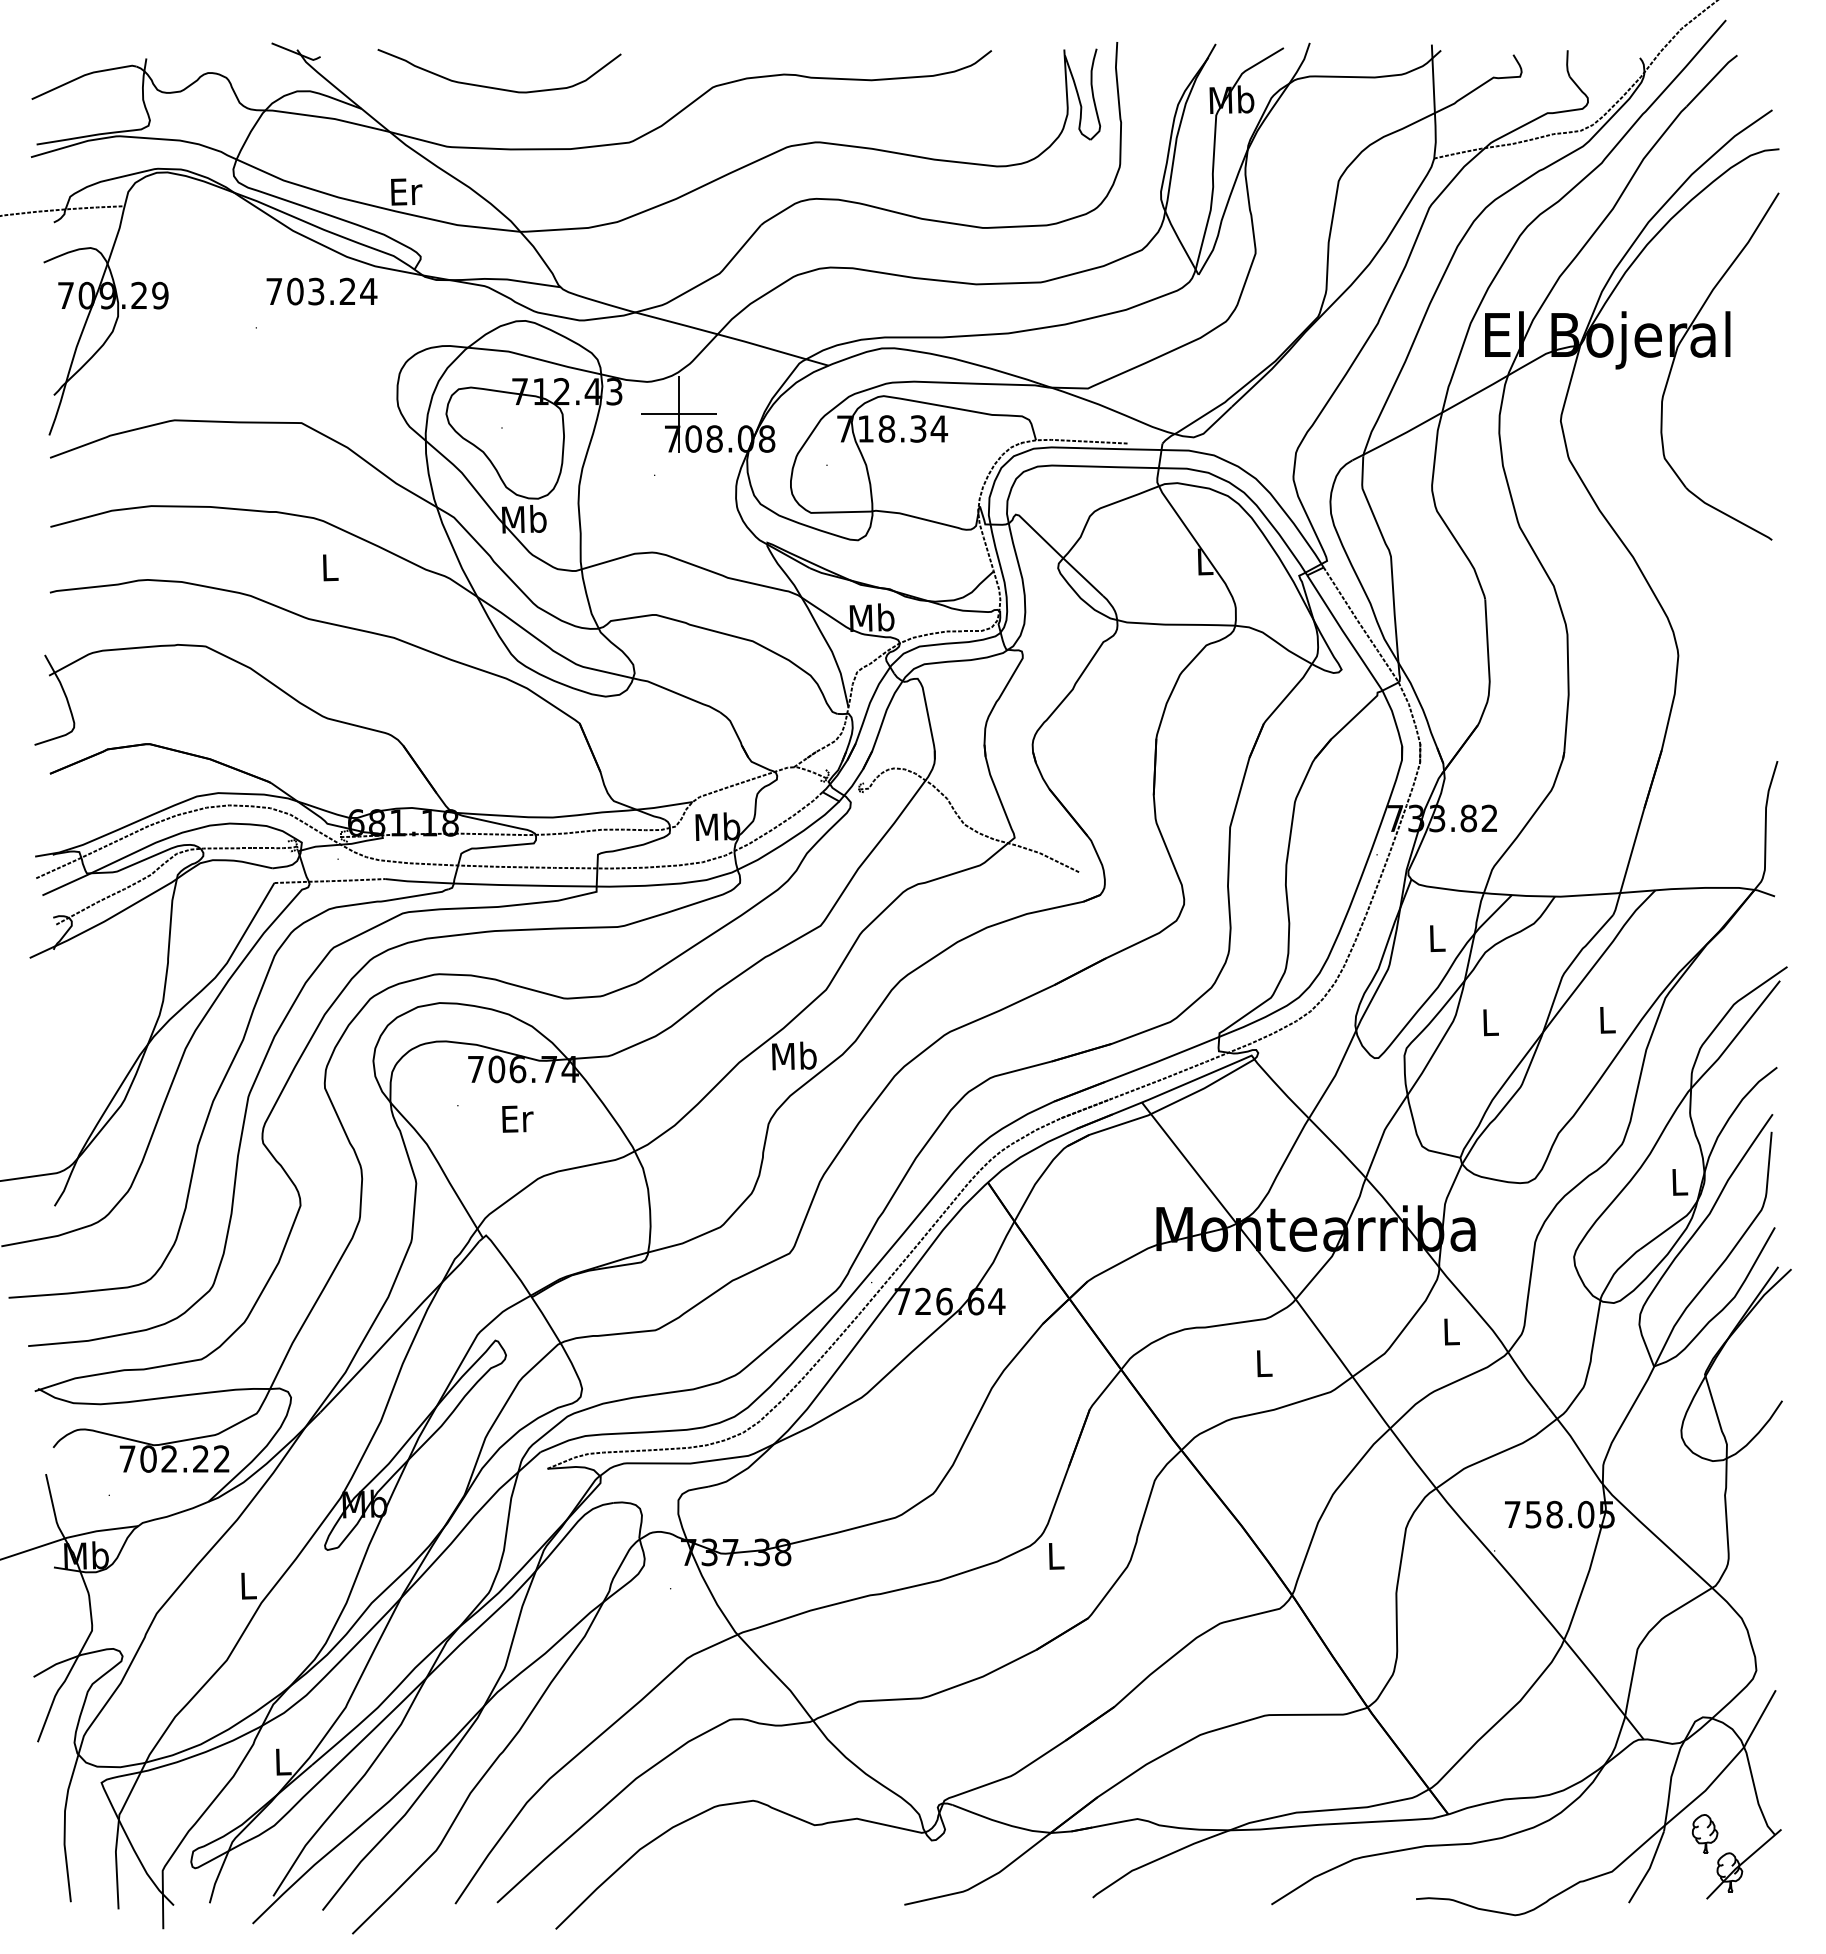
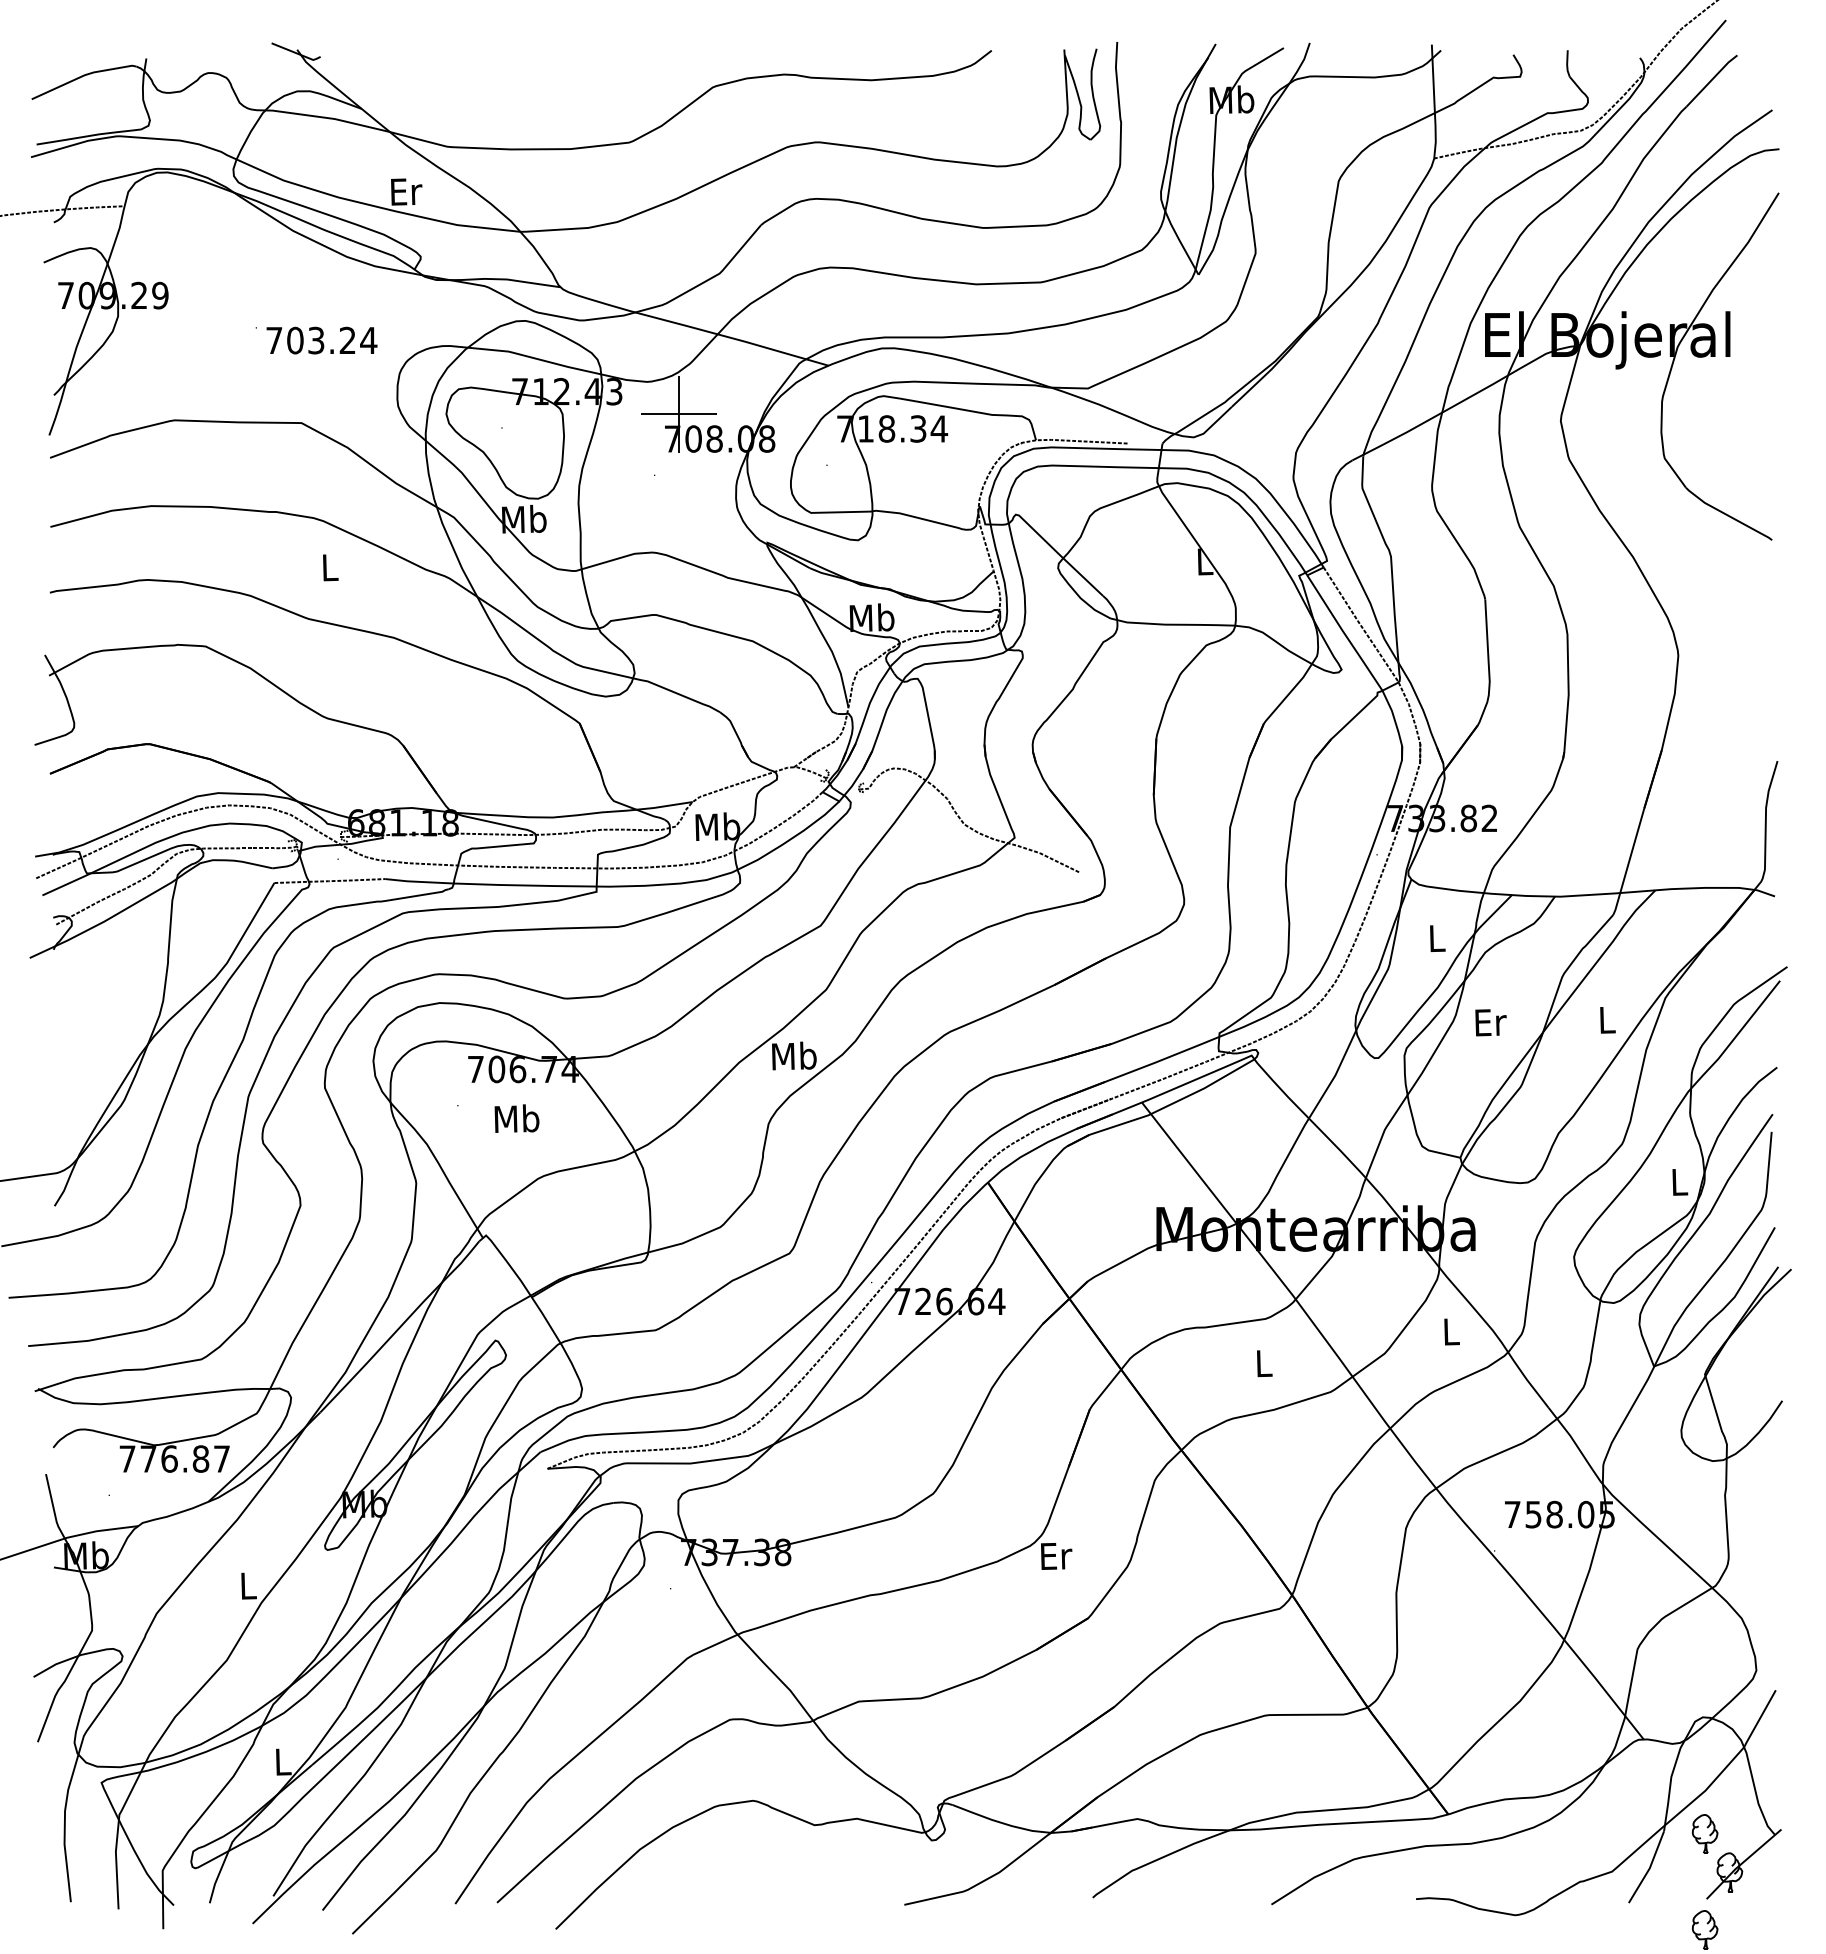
curve at (496, 87): present -> none
text at (321, 291) position: (321, 291) -> (321, 340)
text at (1490, 1022): L -> Er
text at (516, 1118): Er -> Mb
text at (184, 1458): 702.22 -> 776.87
text at (1056, 1556): L -> Er
part at (1705, 1929): none -> present
